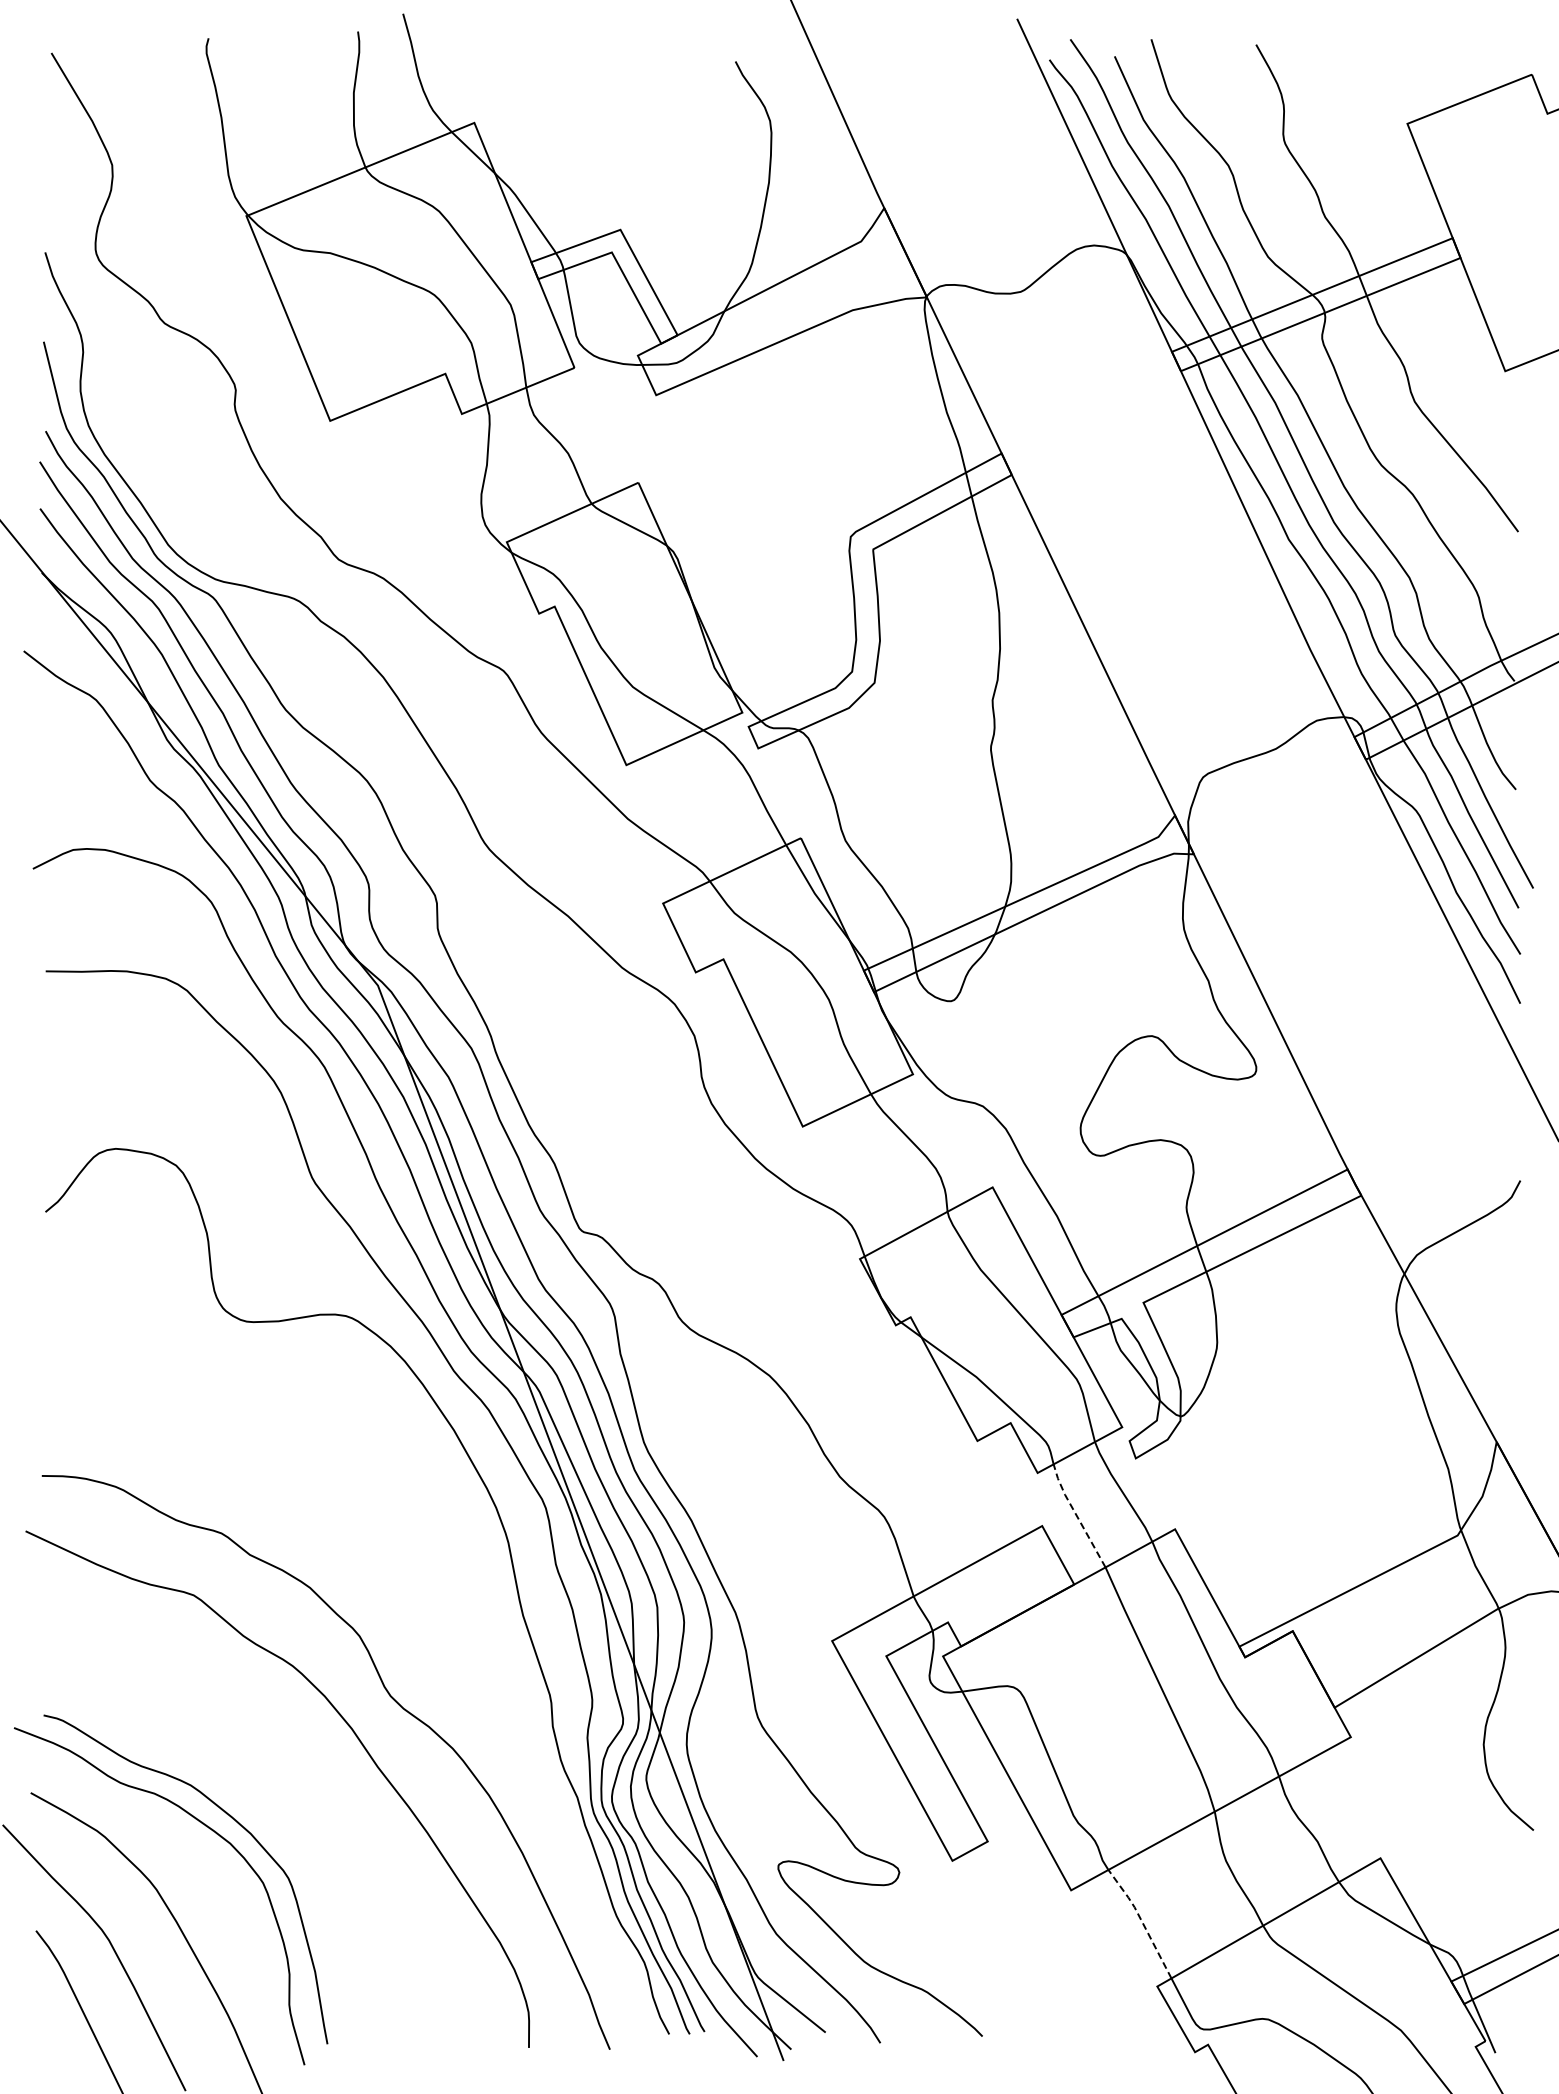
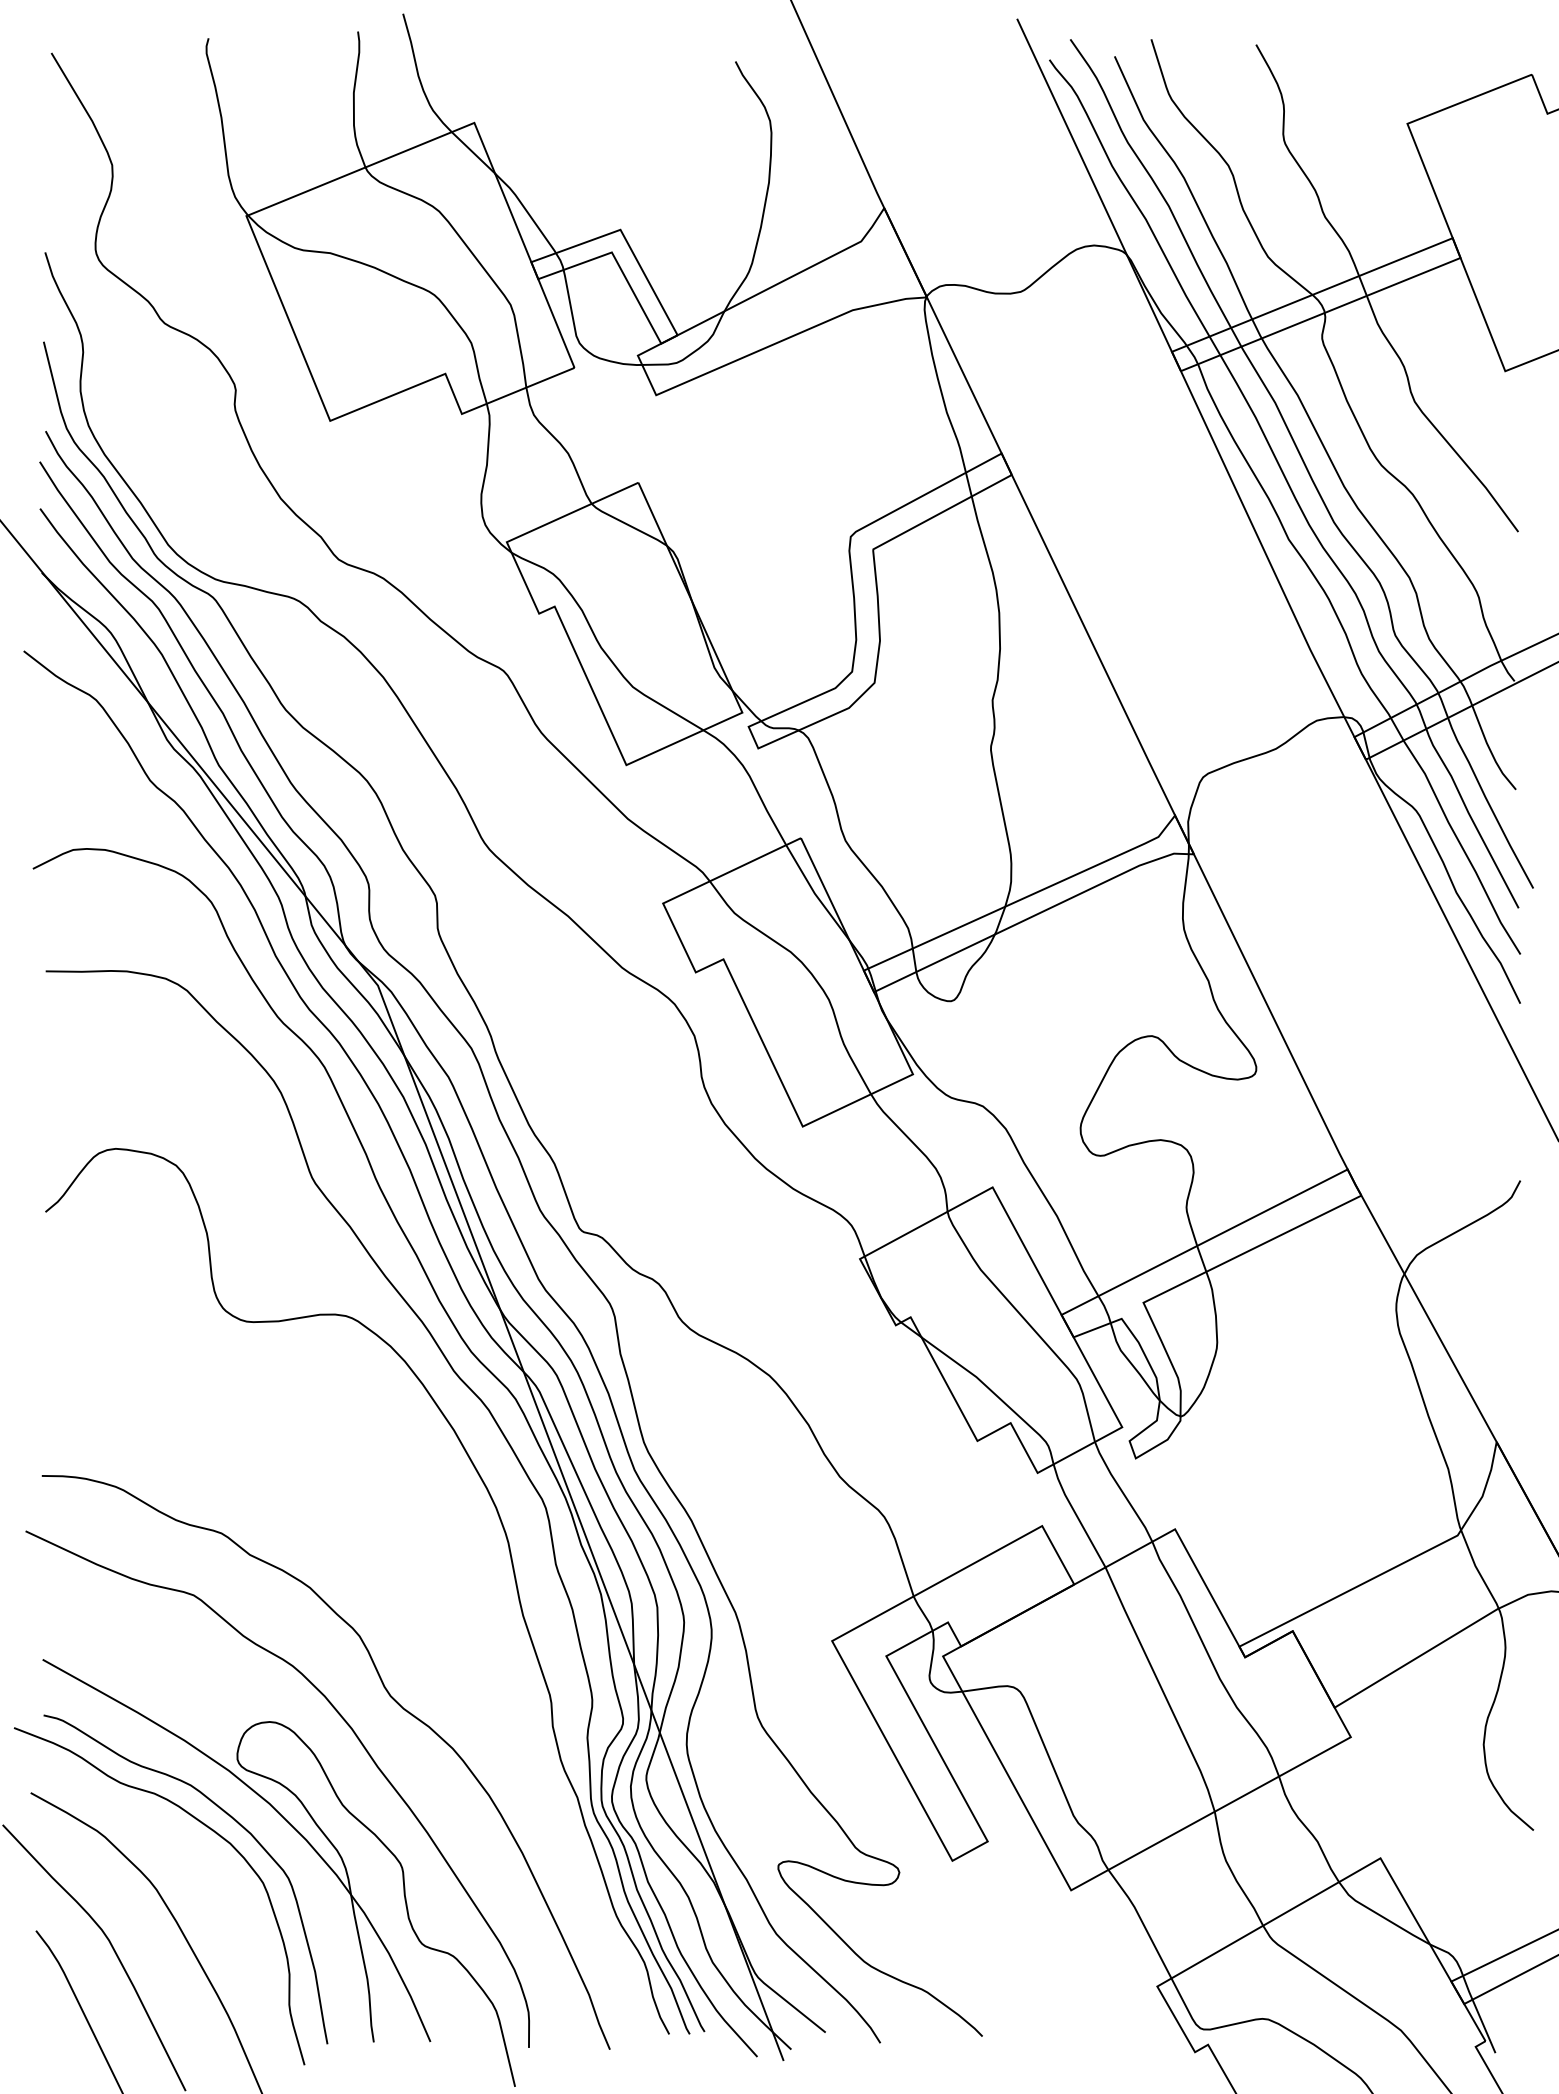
line at (1076, 1515): dashed -> solid
part at (307, 1843): none -> present
line at (1141, 1921): dashed -> solid
